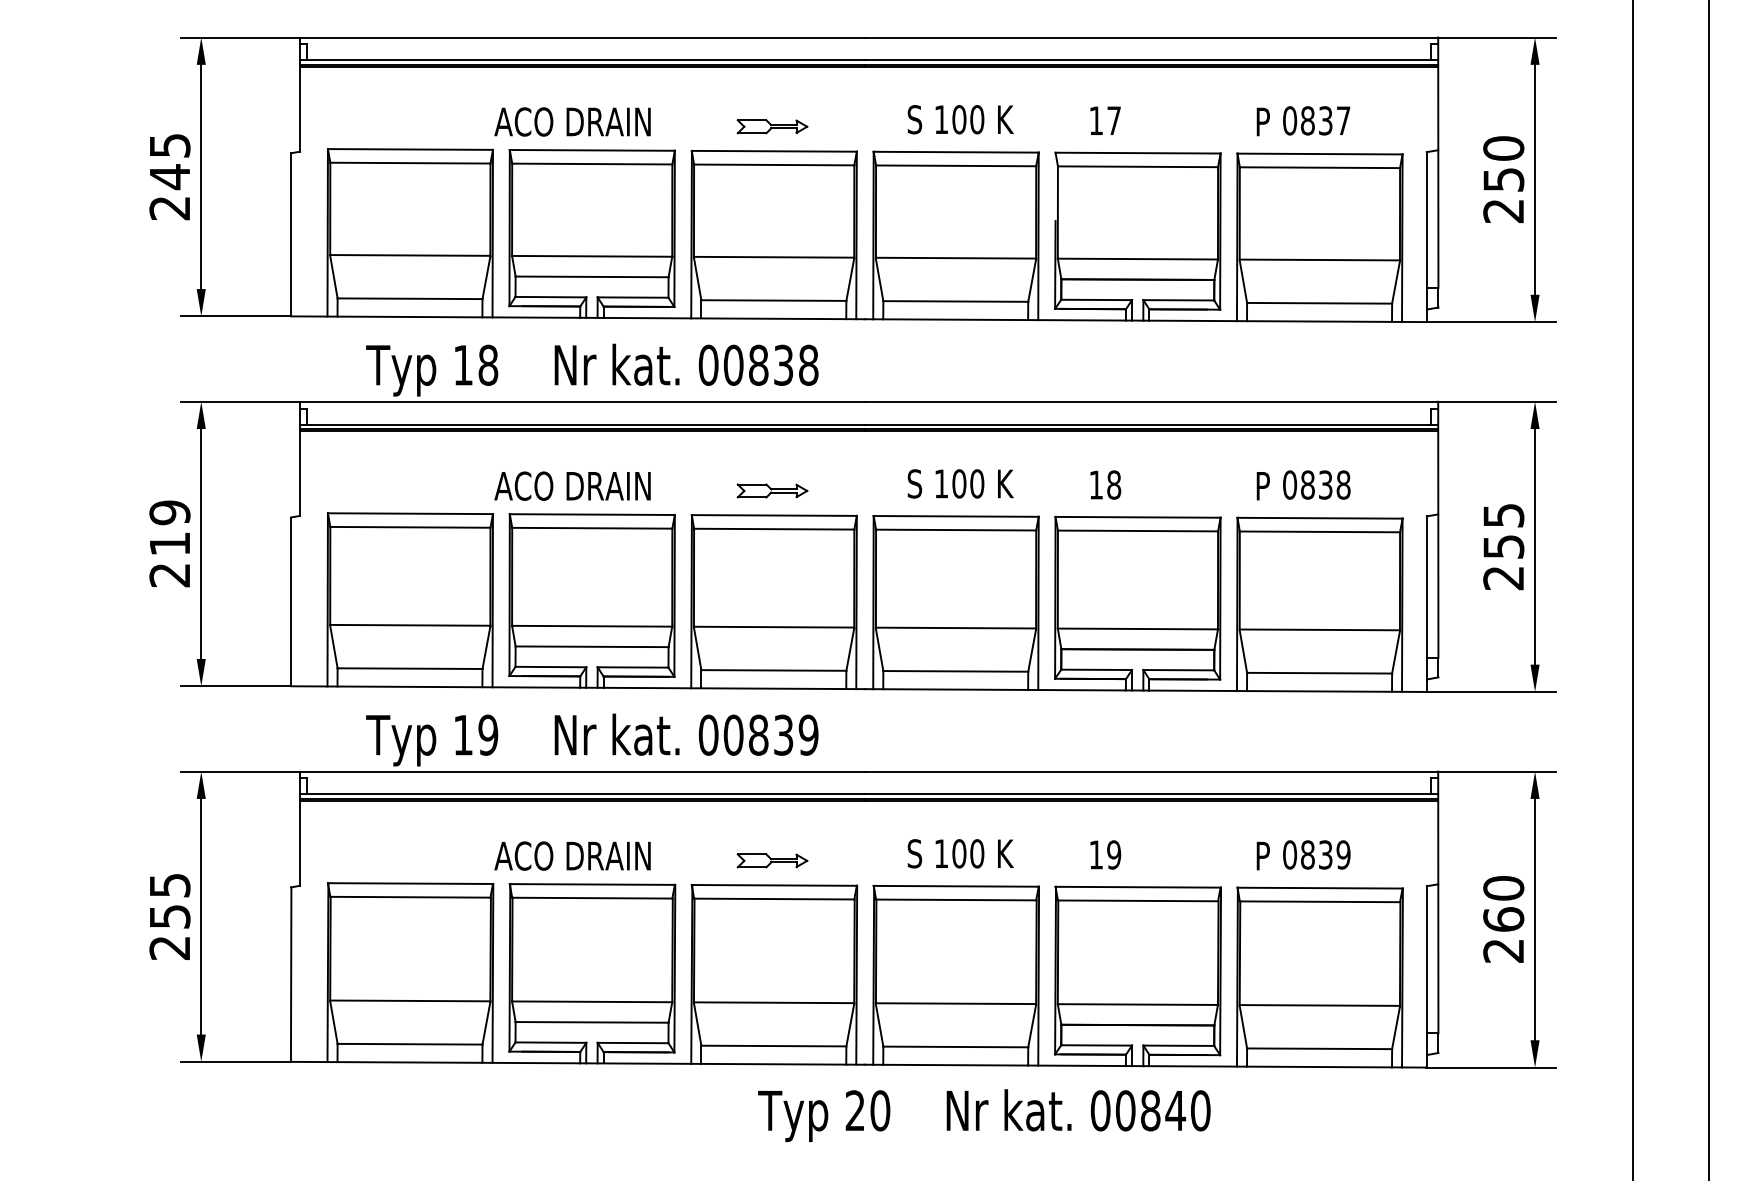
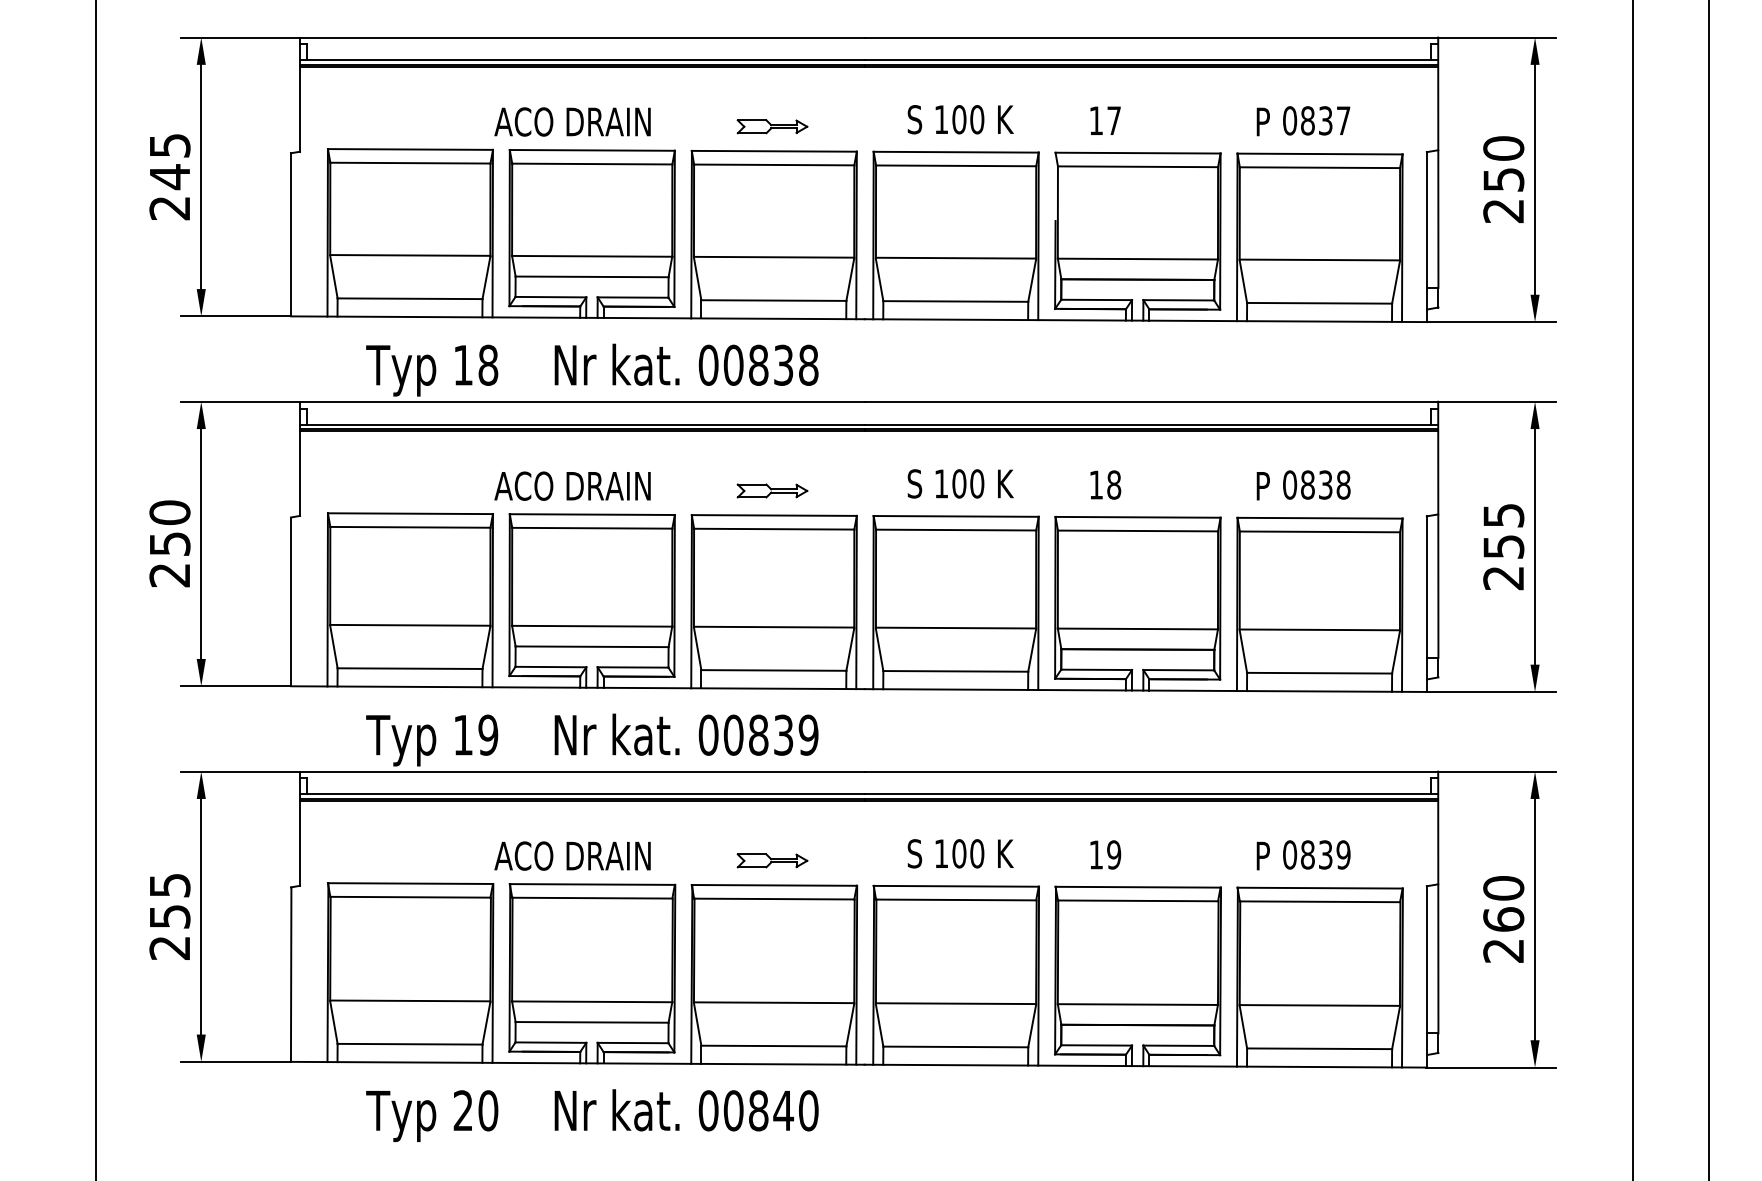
text at (169, 527): 219 -> 250
line at (96, 589): none -> present
text at (984, 1115) position: (984, 1115) -> (592, 1115)
